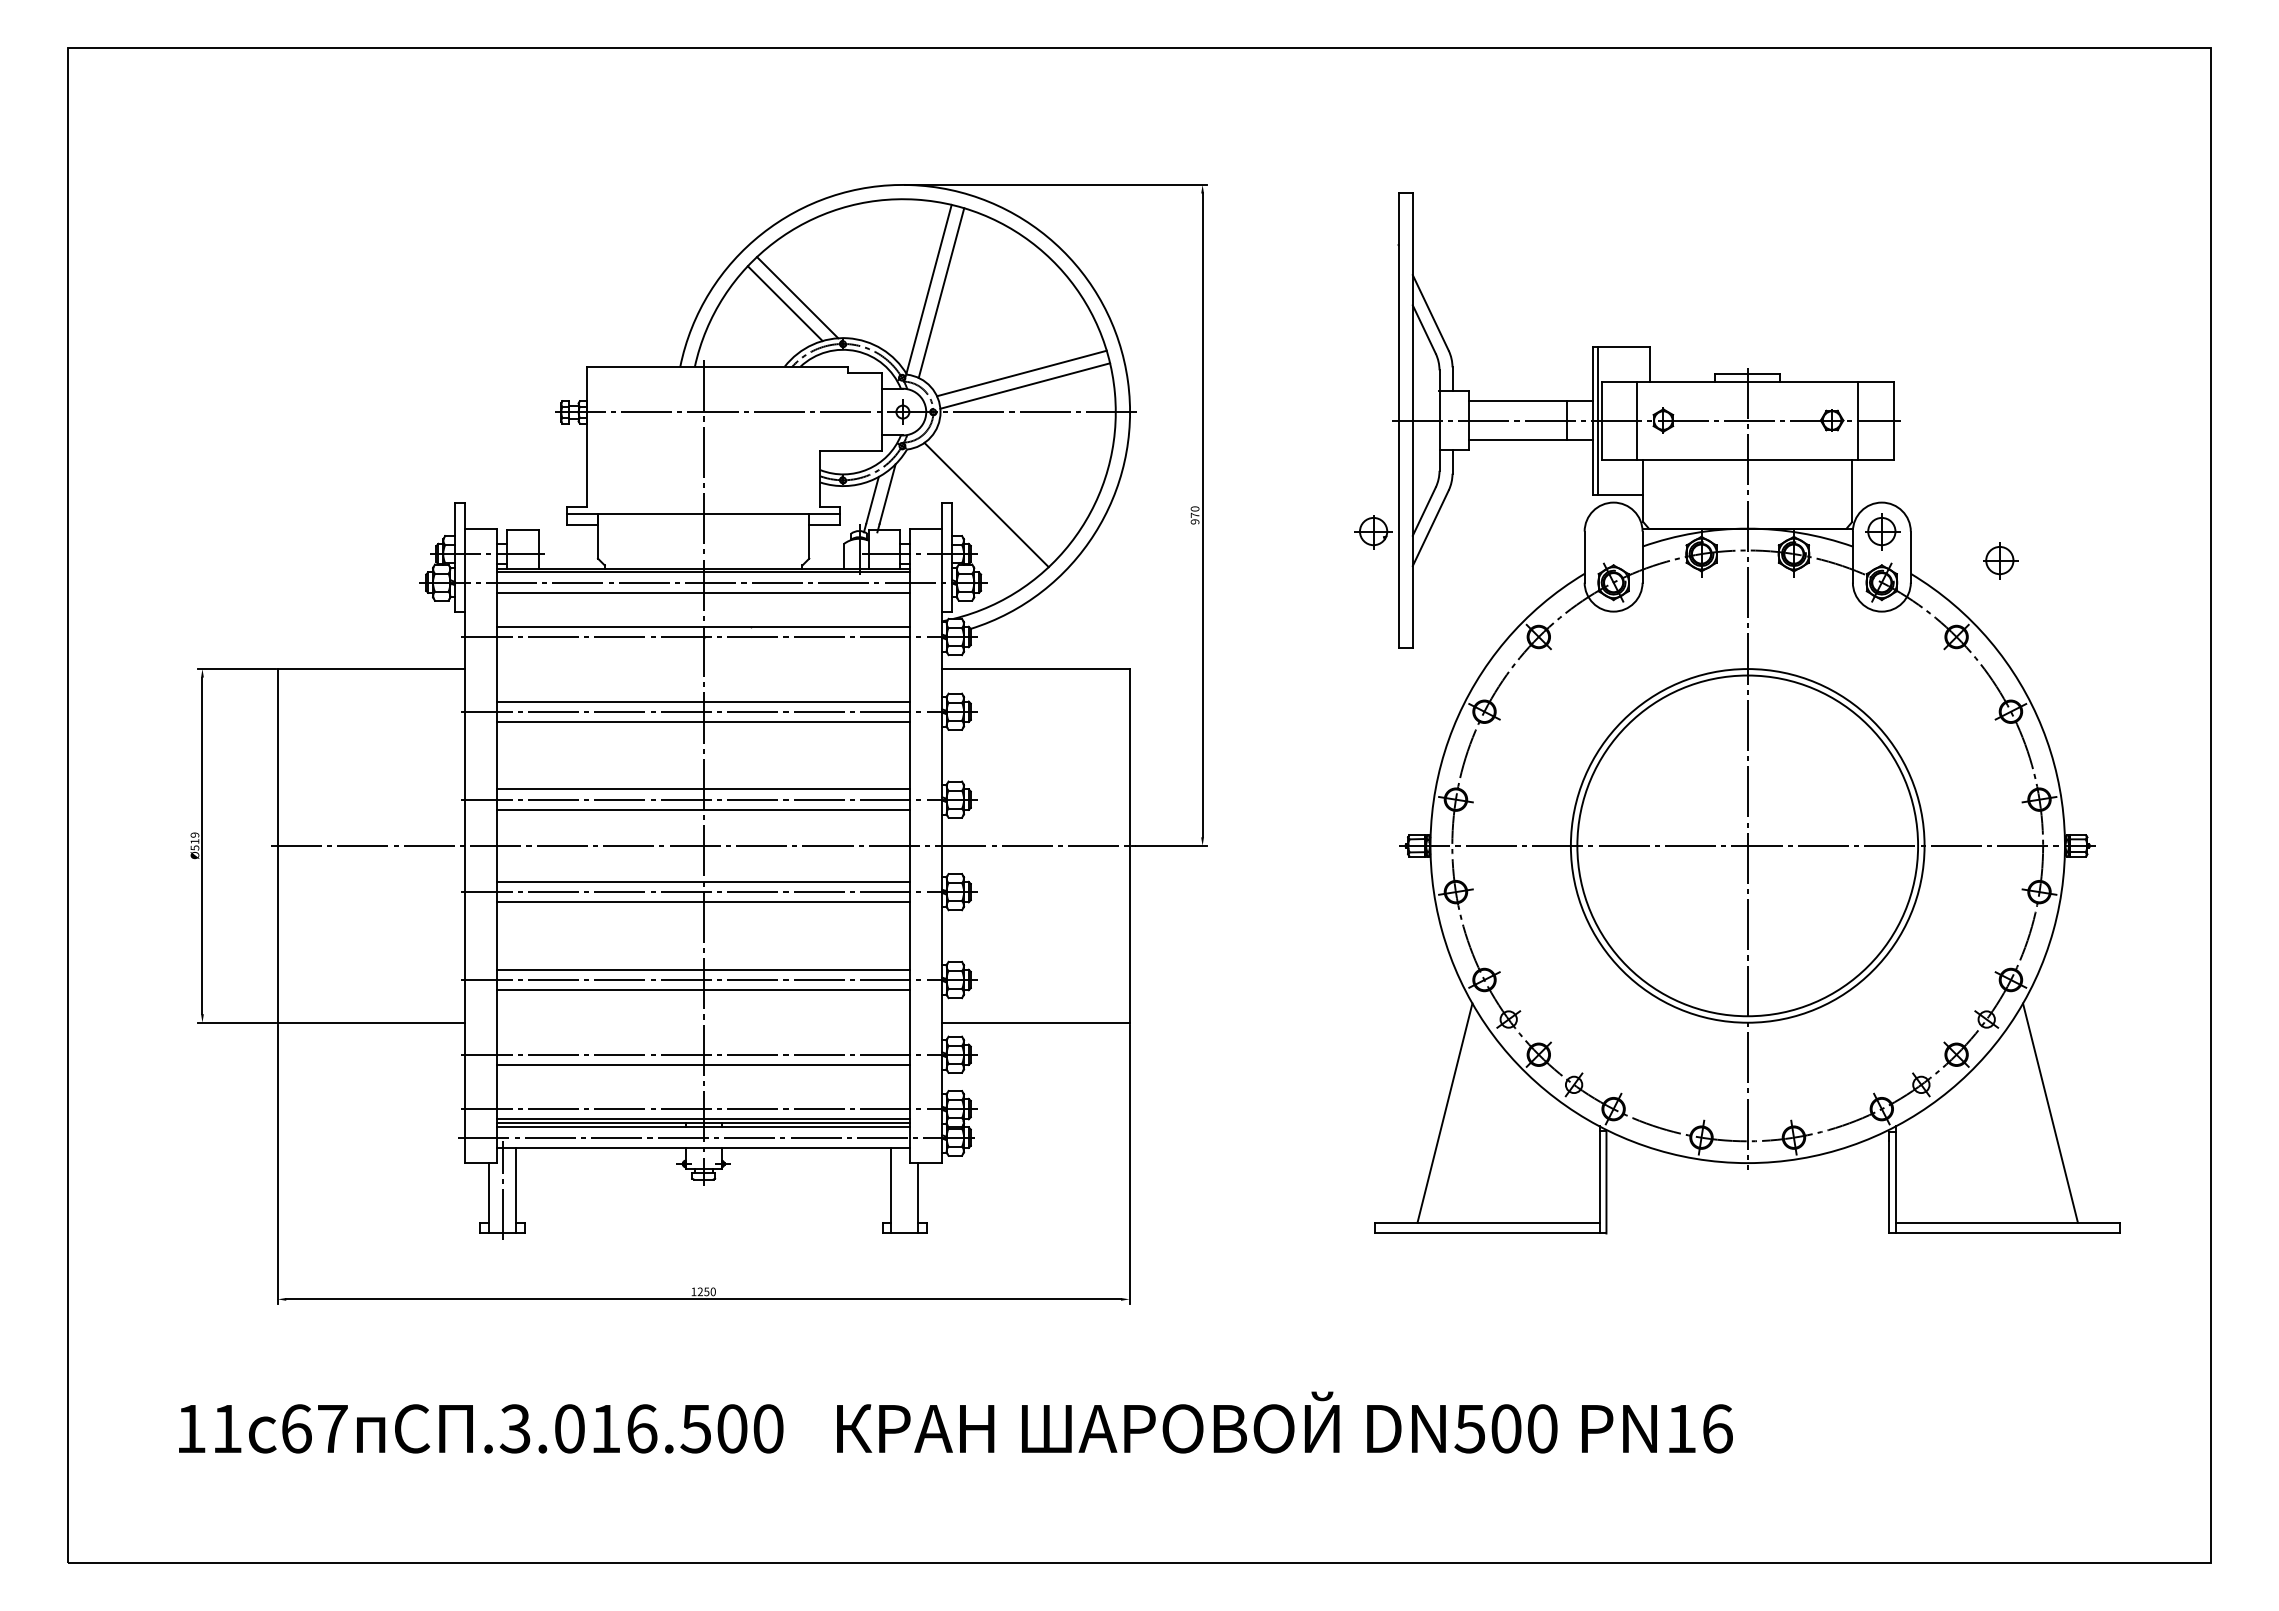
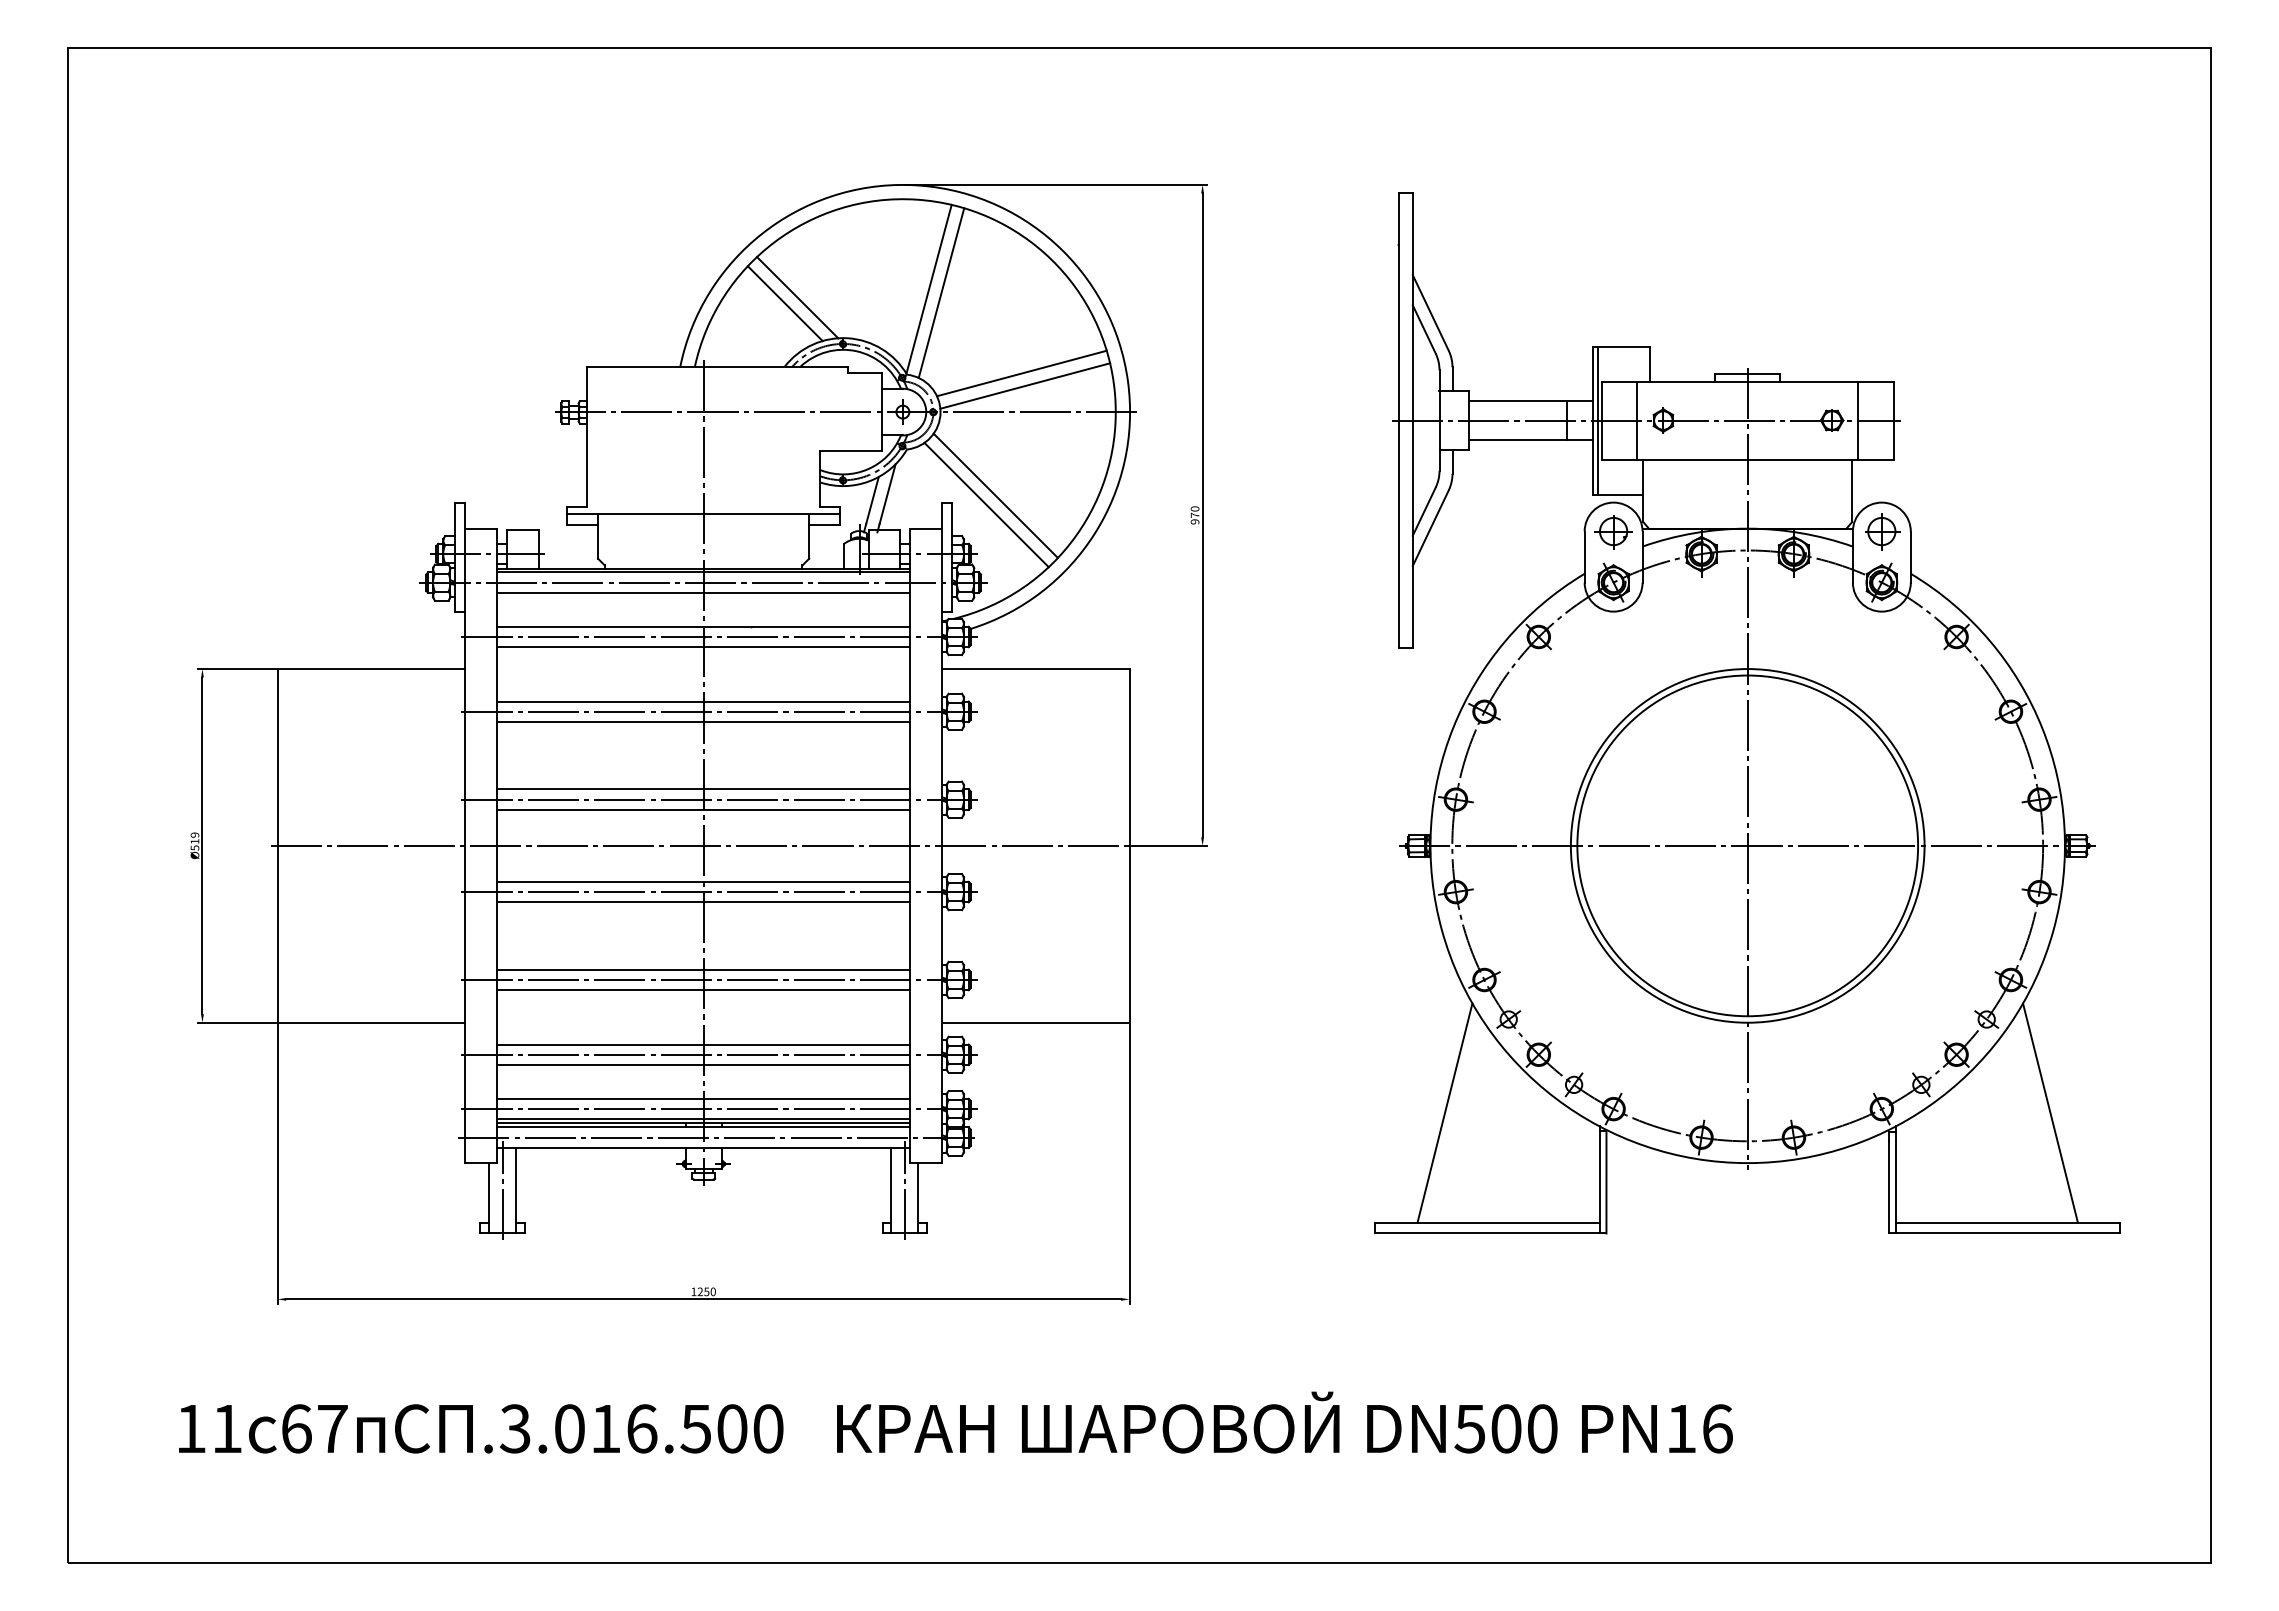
line at (995, 495): none -> present
part at (1373, 532) position: (1373, 532) -> (1613, 532)
part at (2000, 560): present -> none
line at (703, 647): none -> present
line at (703, 1044): none -> present
line at (703, 1098): none -> present
line at (904, 1190): none -> present
